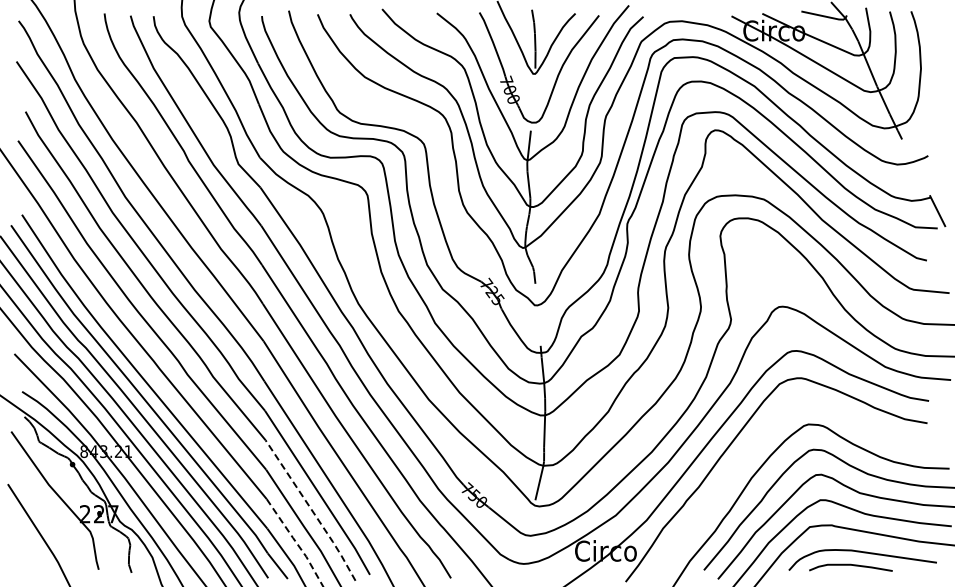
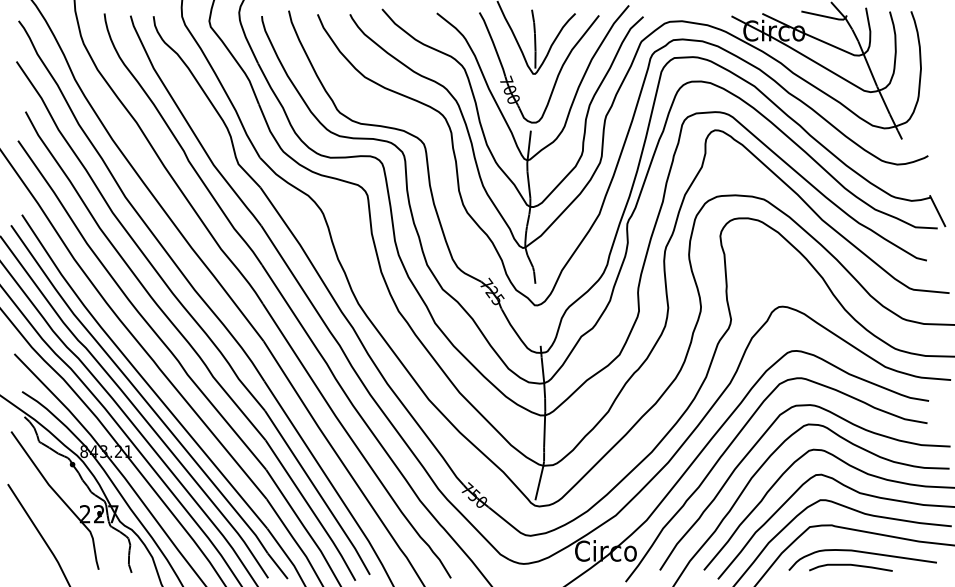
curve at (755, 446): none -> present
line at (312, 510): dashed -> solid
line at (296, 542): dashed -> solid
